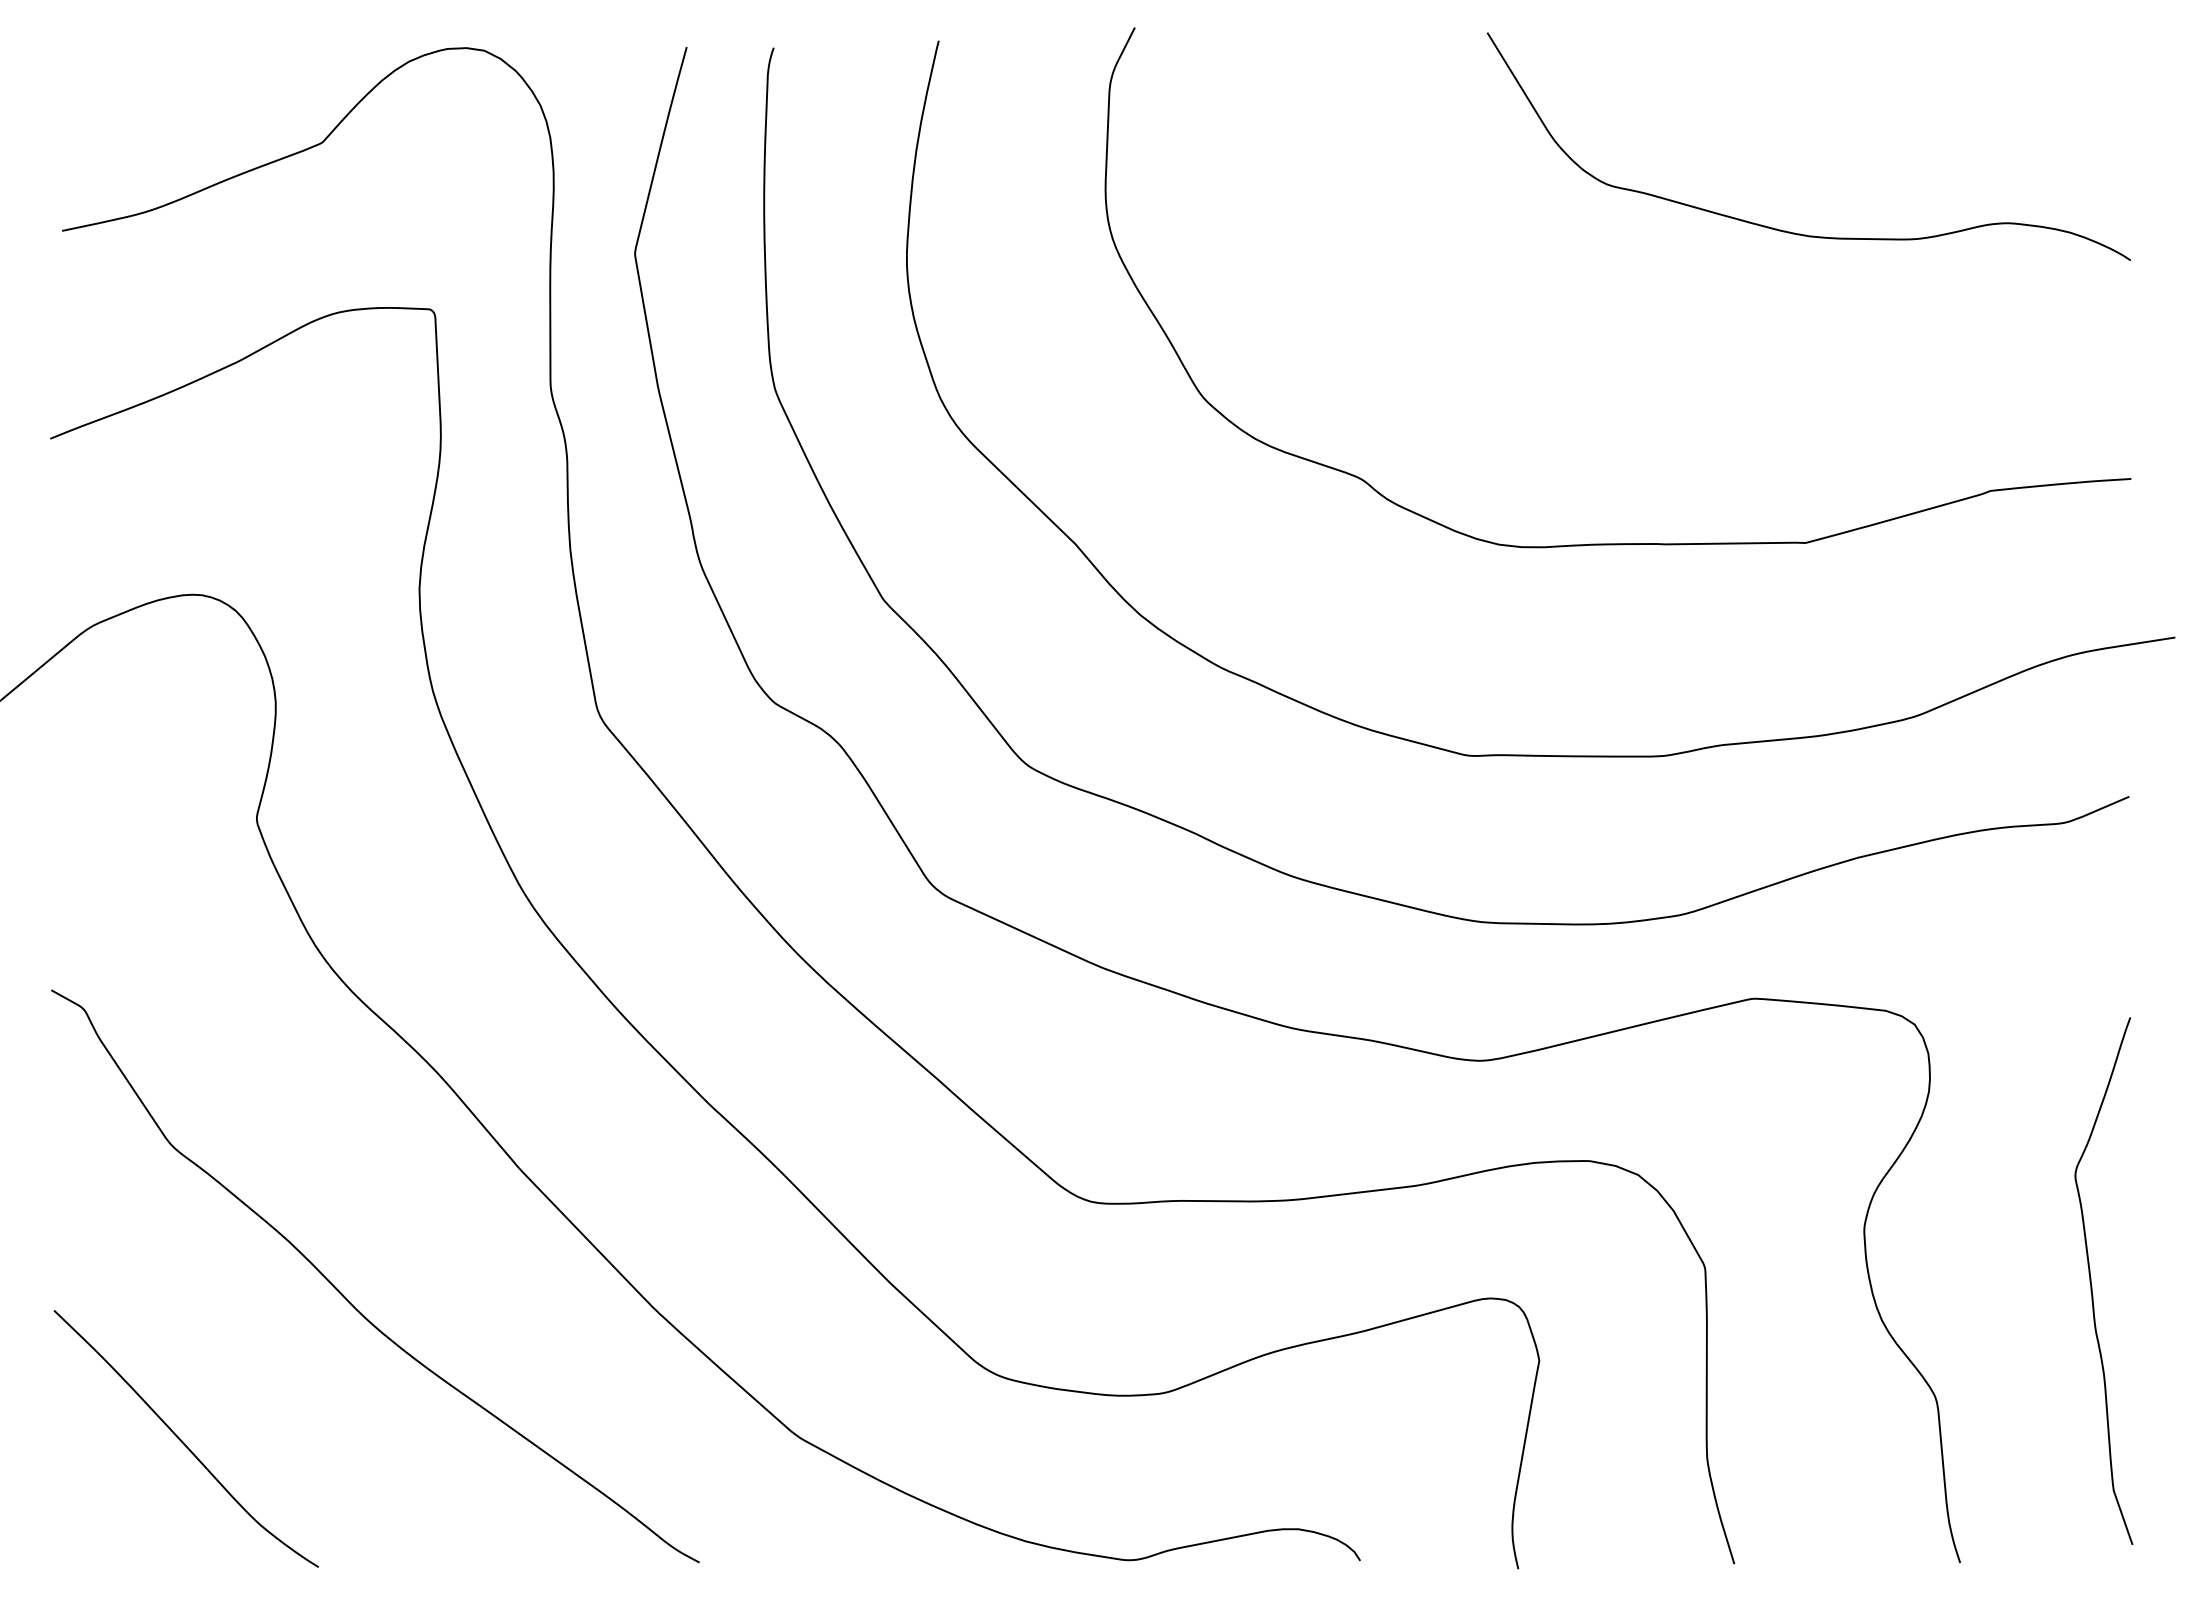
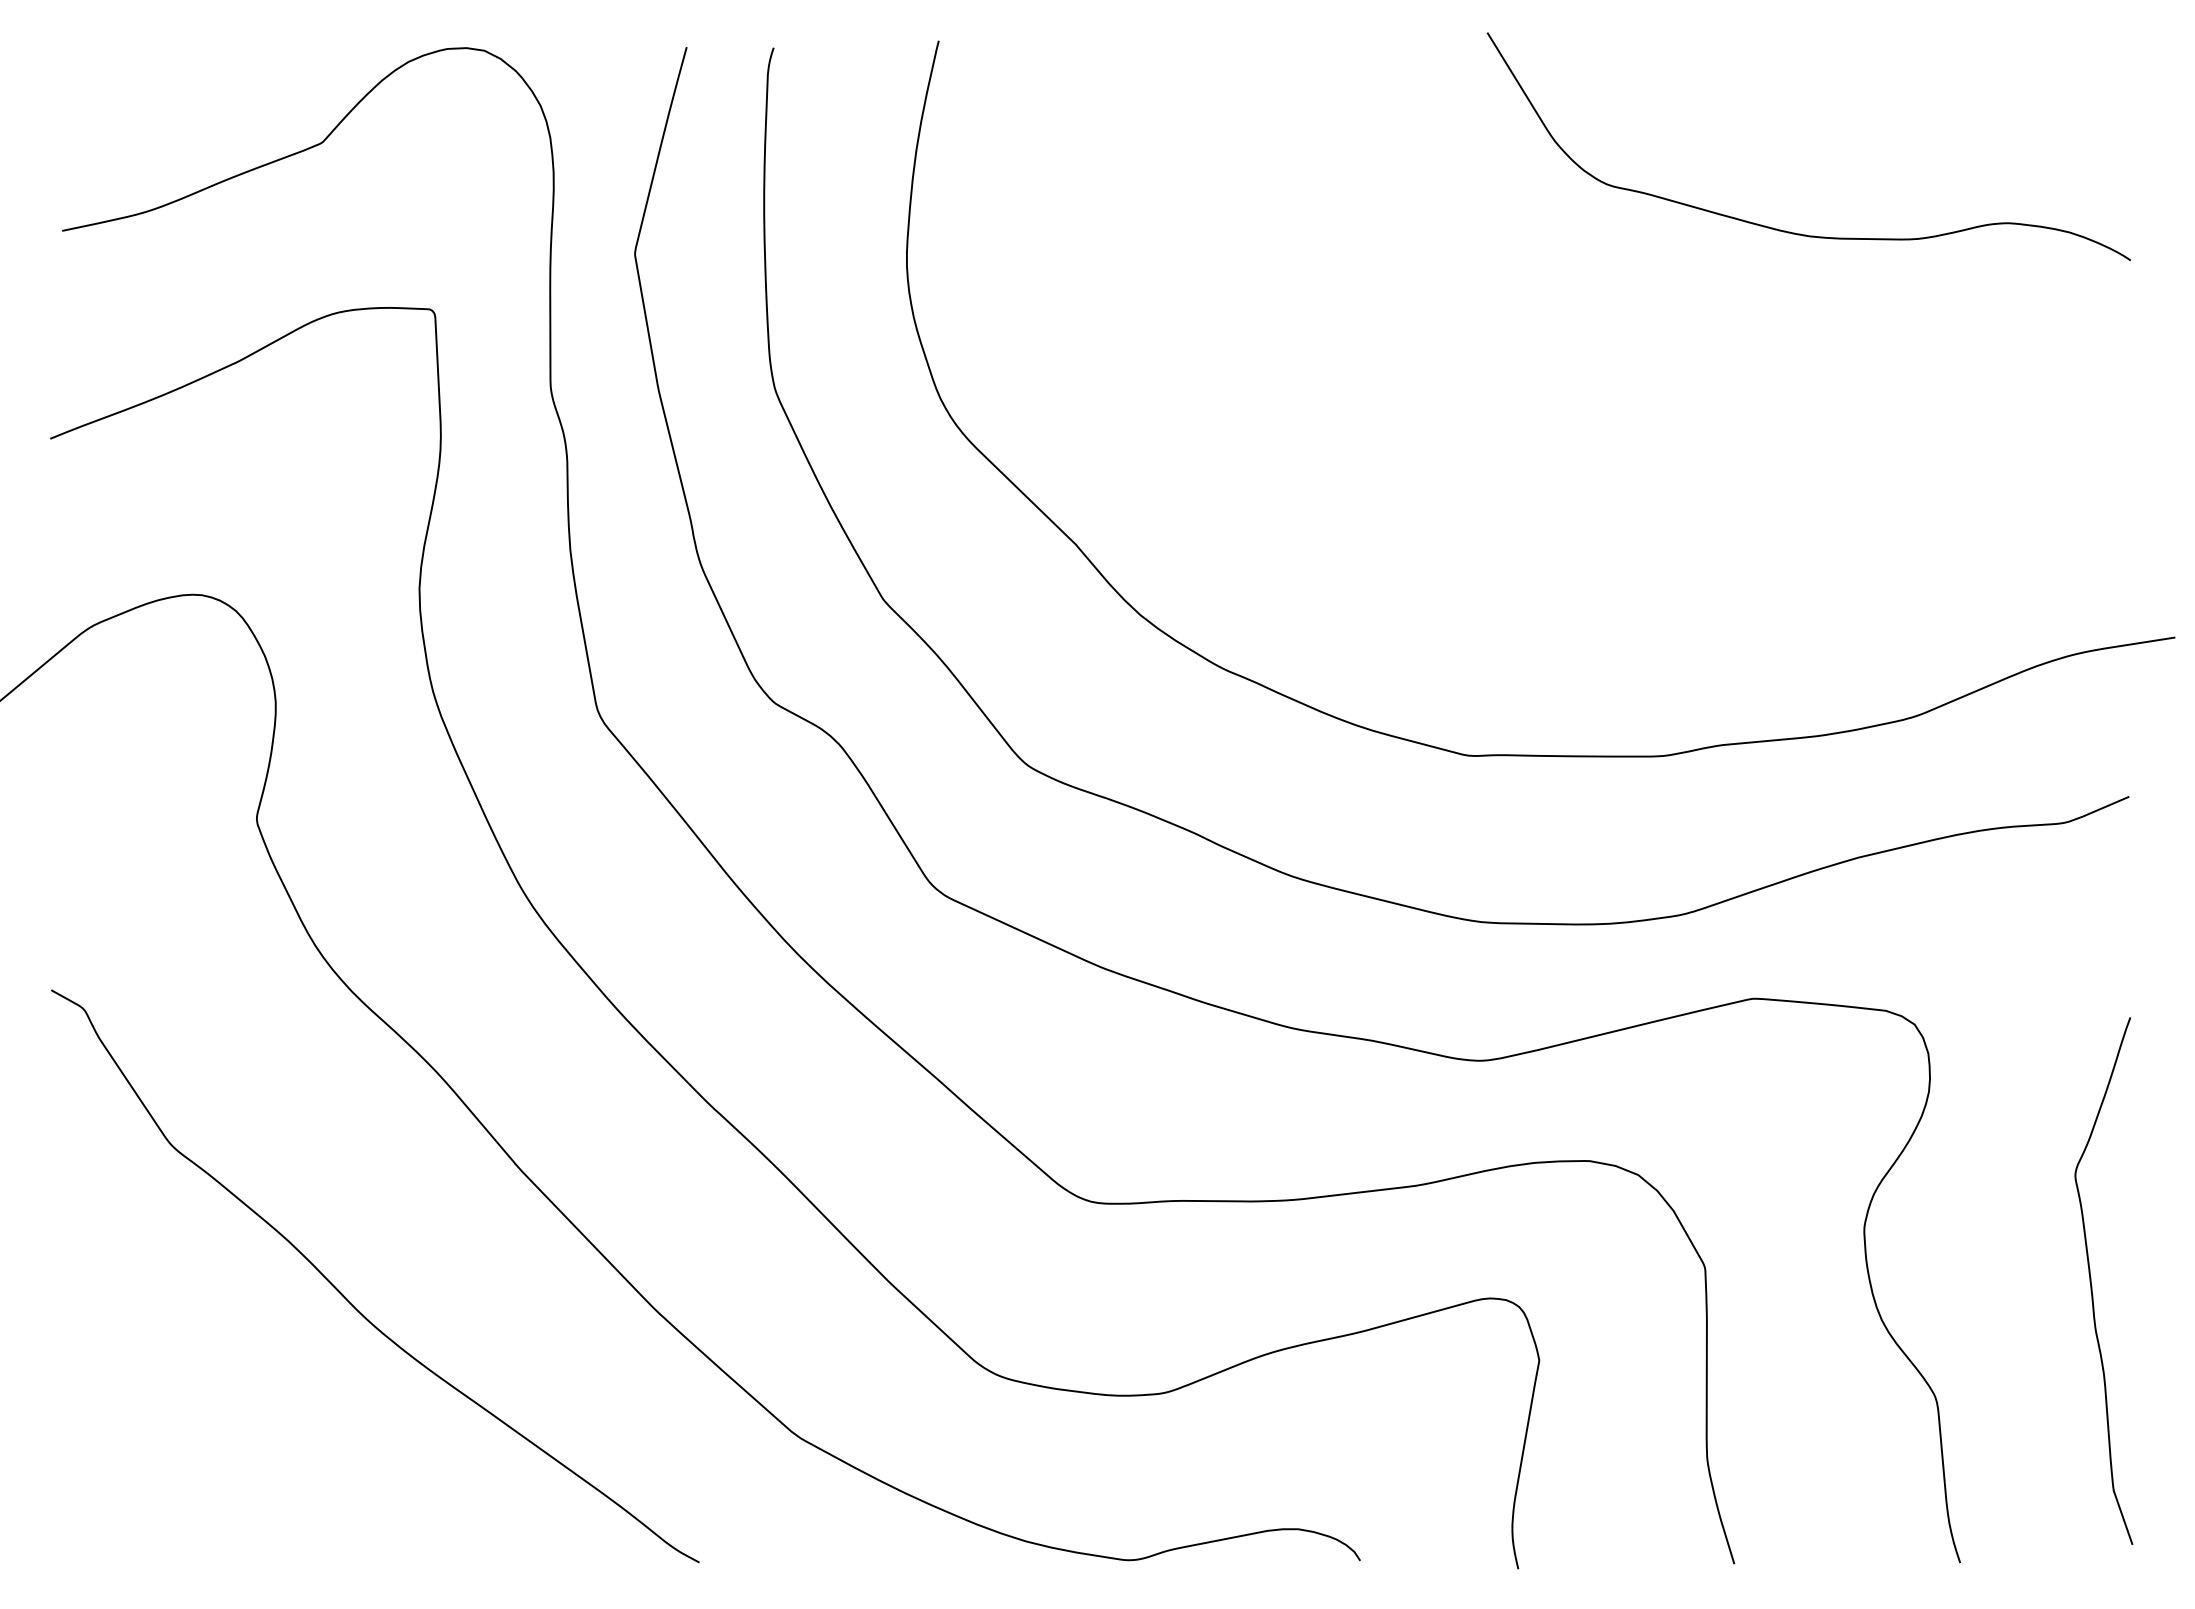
curve at (1617, 543): present -> none
curve at (182, 1440): present -> none
